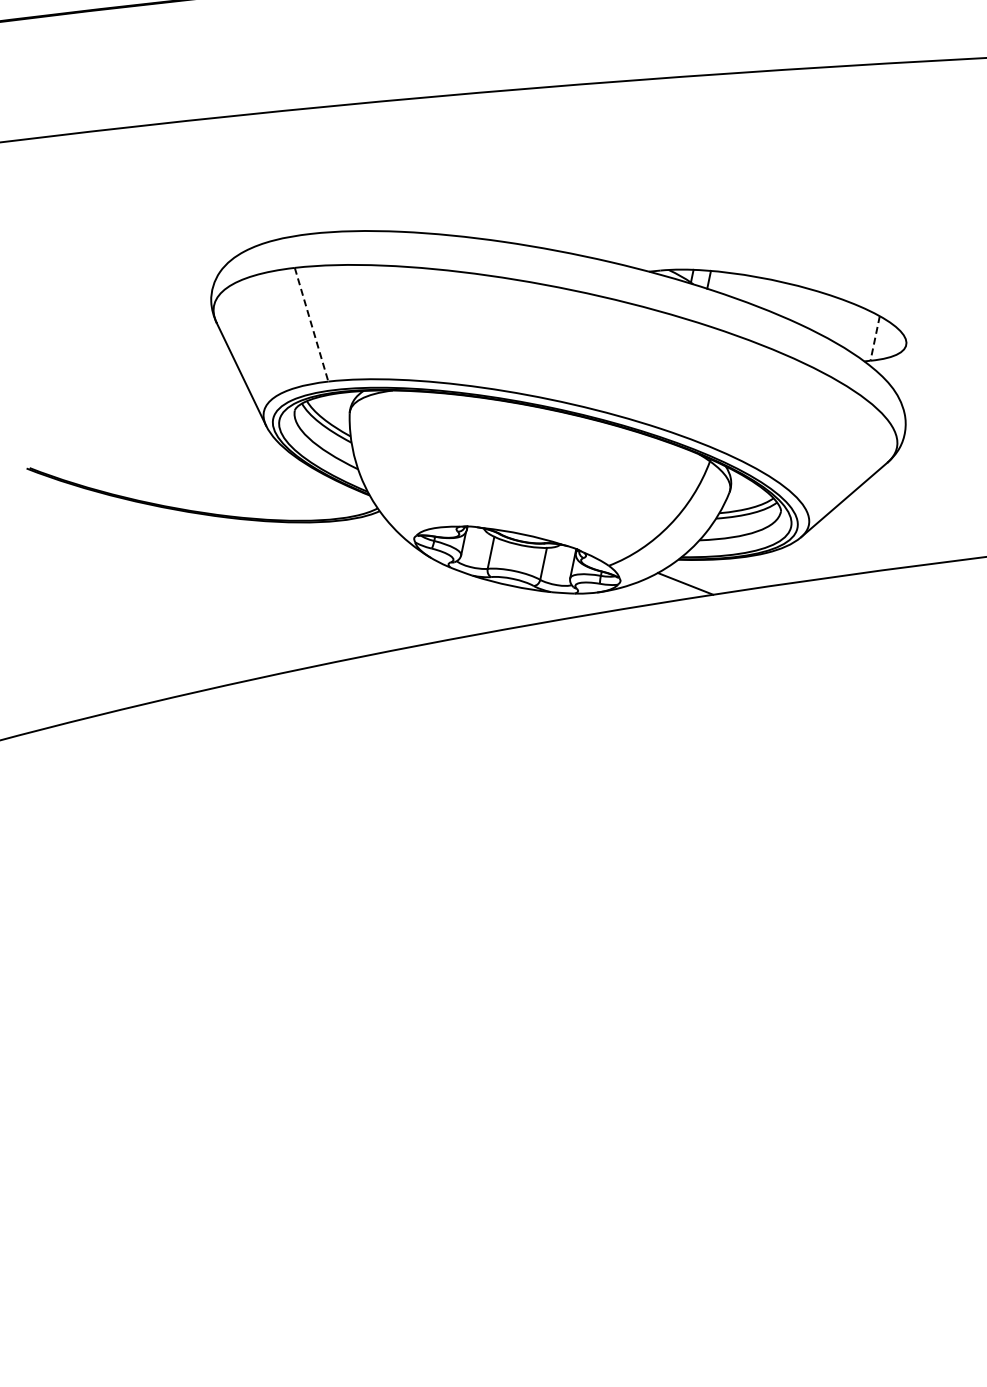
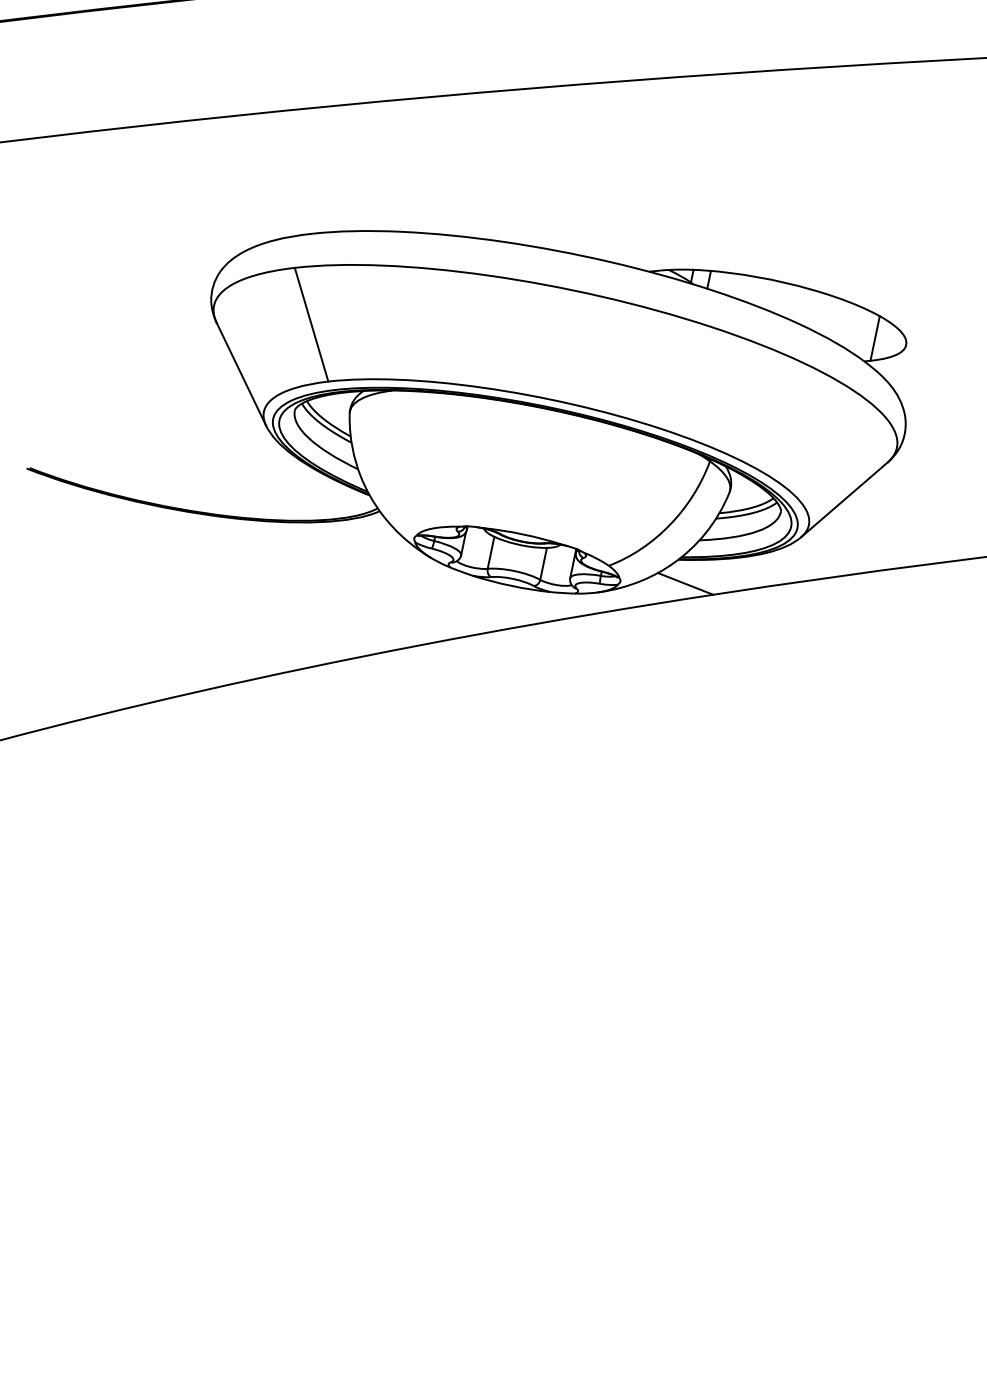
line at (311, 325): dashed -> solid
line at (875, 338): dashed -> solid
